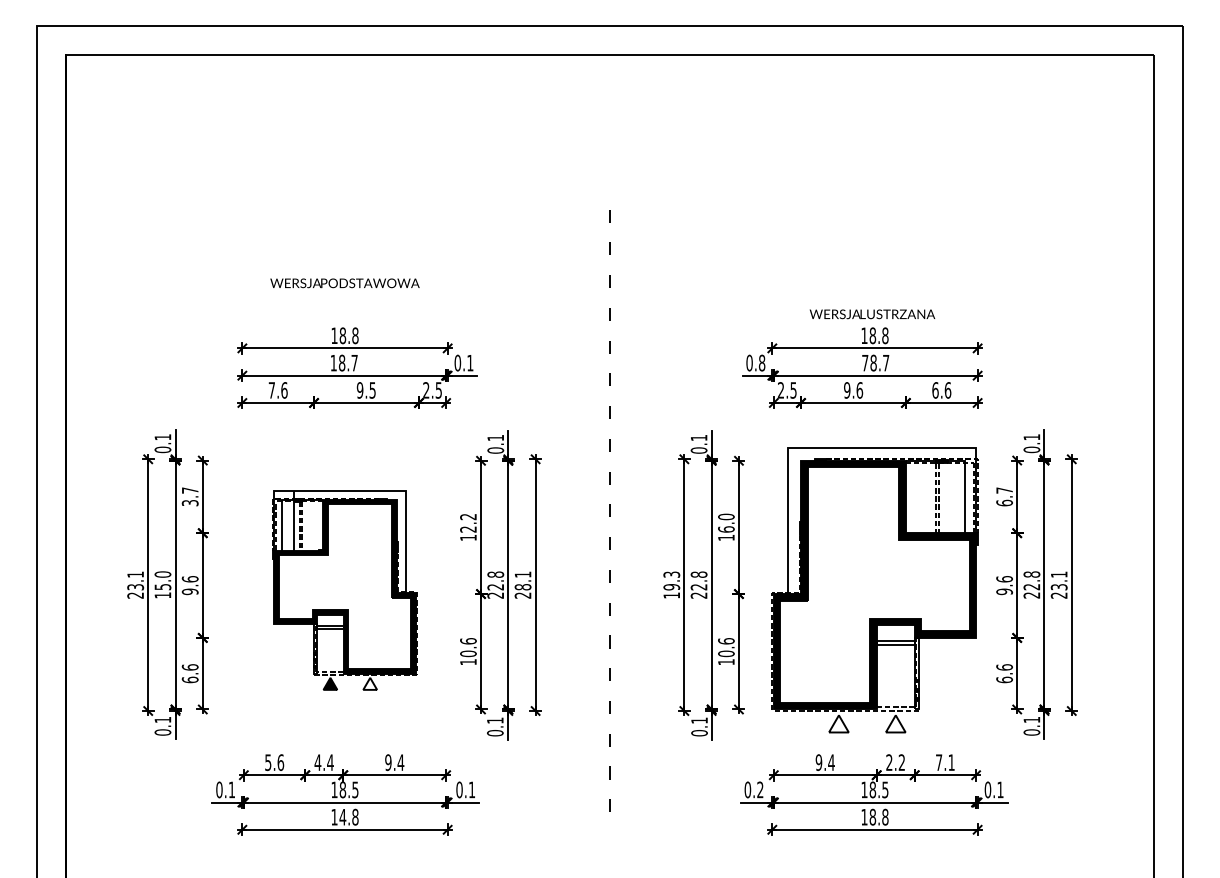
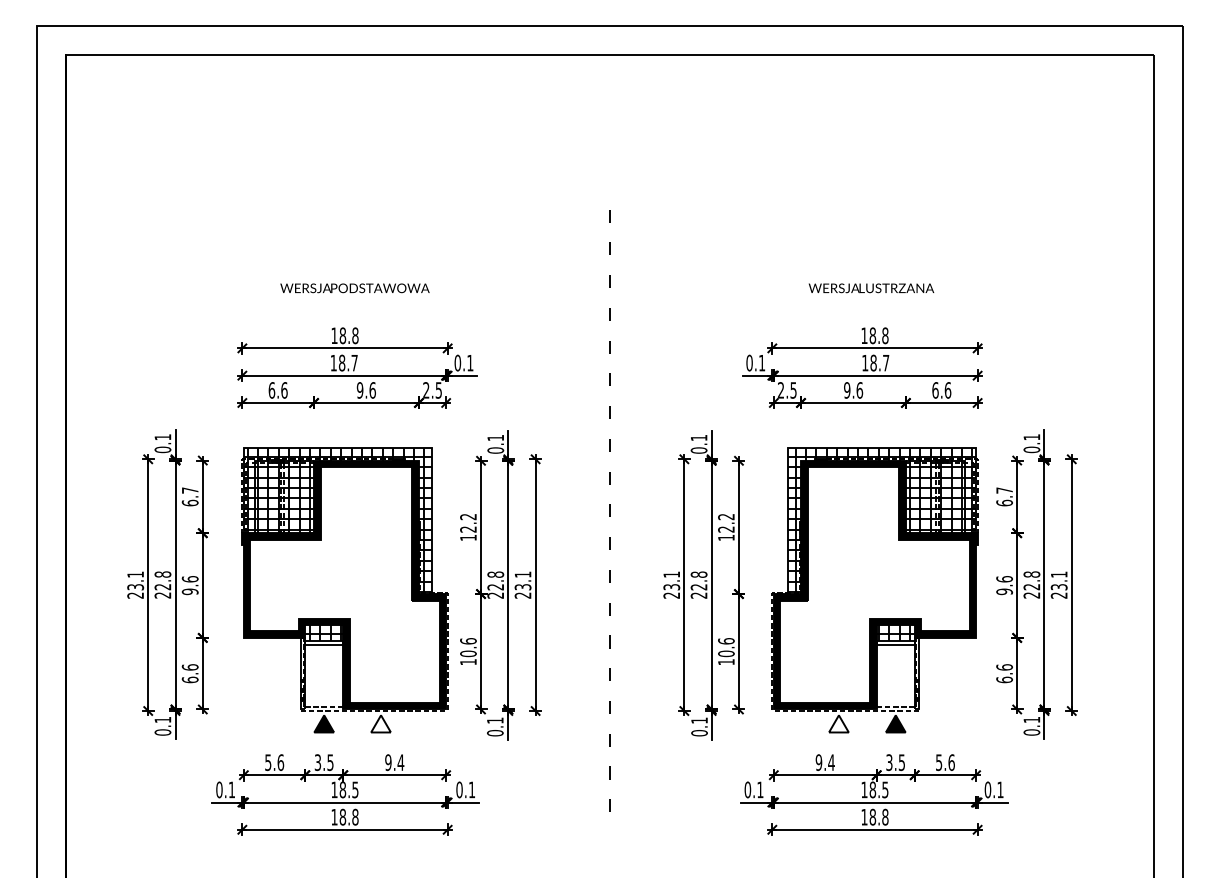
text at (344, 283) position: (344, 283) -> (354, 288)
text at (872, 314) position: (872, 314) -> (871, 288)
text at (761, 362): 0.8 -> 0.1
text at (865, 363): 78.7 -> 18.7
text at (271, 390): 7.6 -> 6.6
text at (372, 390): 9.5 -> 9.6
text at (189, 502): 3.7 -> 6.7
hatch at (881, 520): none -> present
text at (726, 522): 16.0 -> 12.2
text at (162, 584): 15.0 -> 22.8
text at (671, 584): 19.3 -> 23.1
text at (522, 587): 28.1 -> 23.1
part at (344, 590) size: 146x201 px -> 208x287 px
hatch at (895, 633): none -> present
fill at (895, 723): none -> present
text at (323, 762): 4.4 -> 3.5
text at (895, 762): 2.2 -> 3.5
text at (945, 762): 7.1 -> 5.6
text at (760, 789): 0.2 -> 0.1
text at (342, 816): 14.8 -> 18.8
